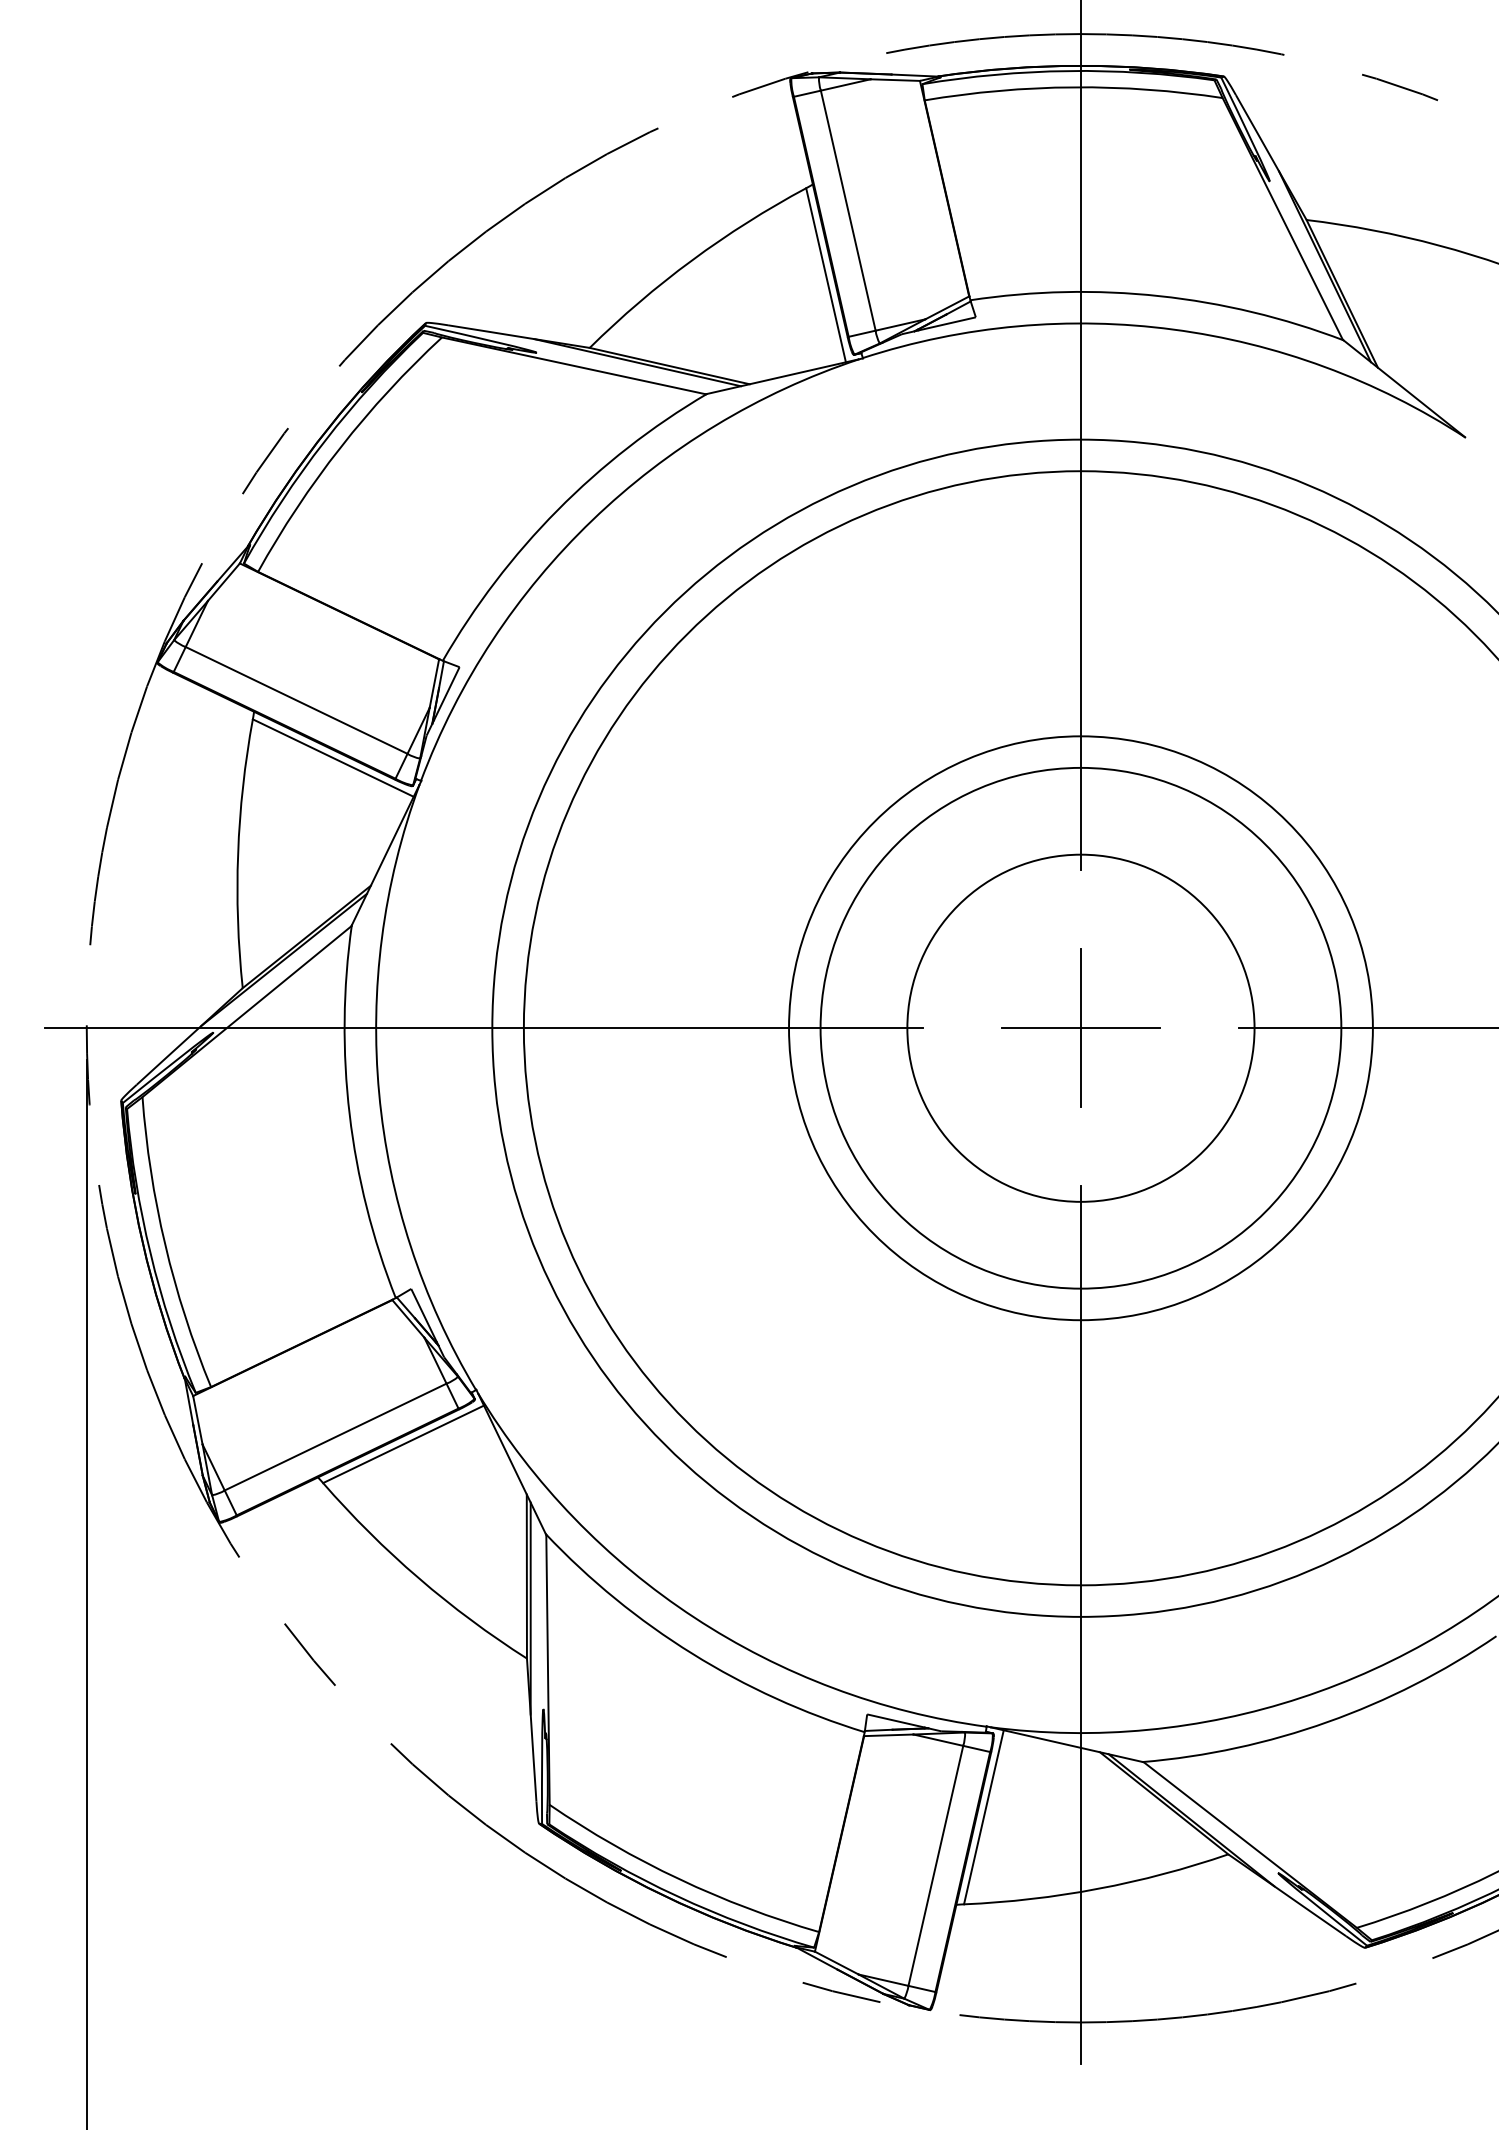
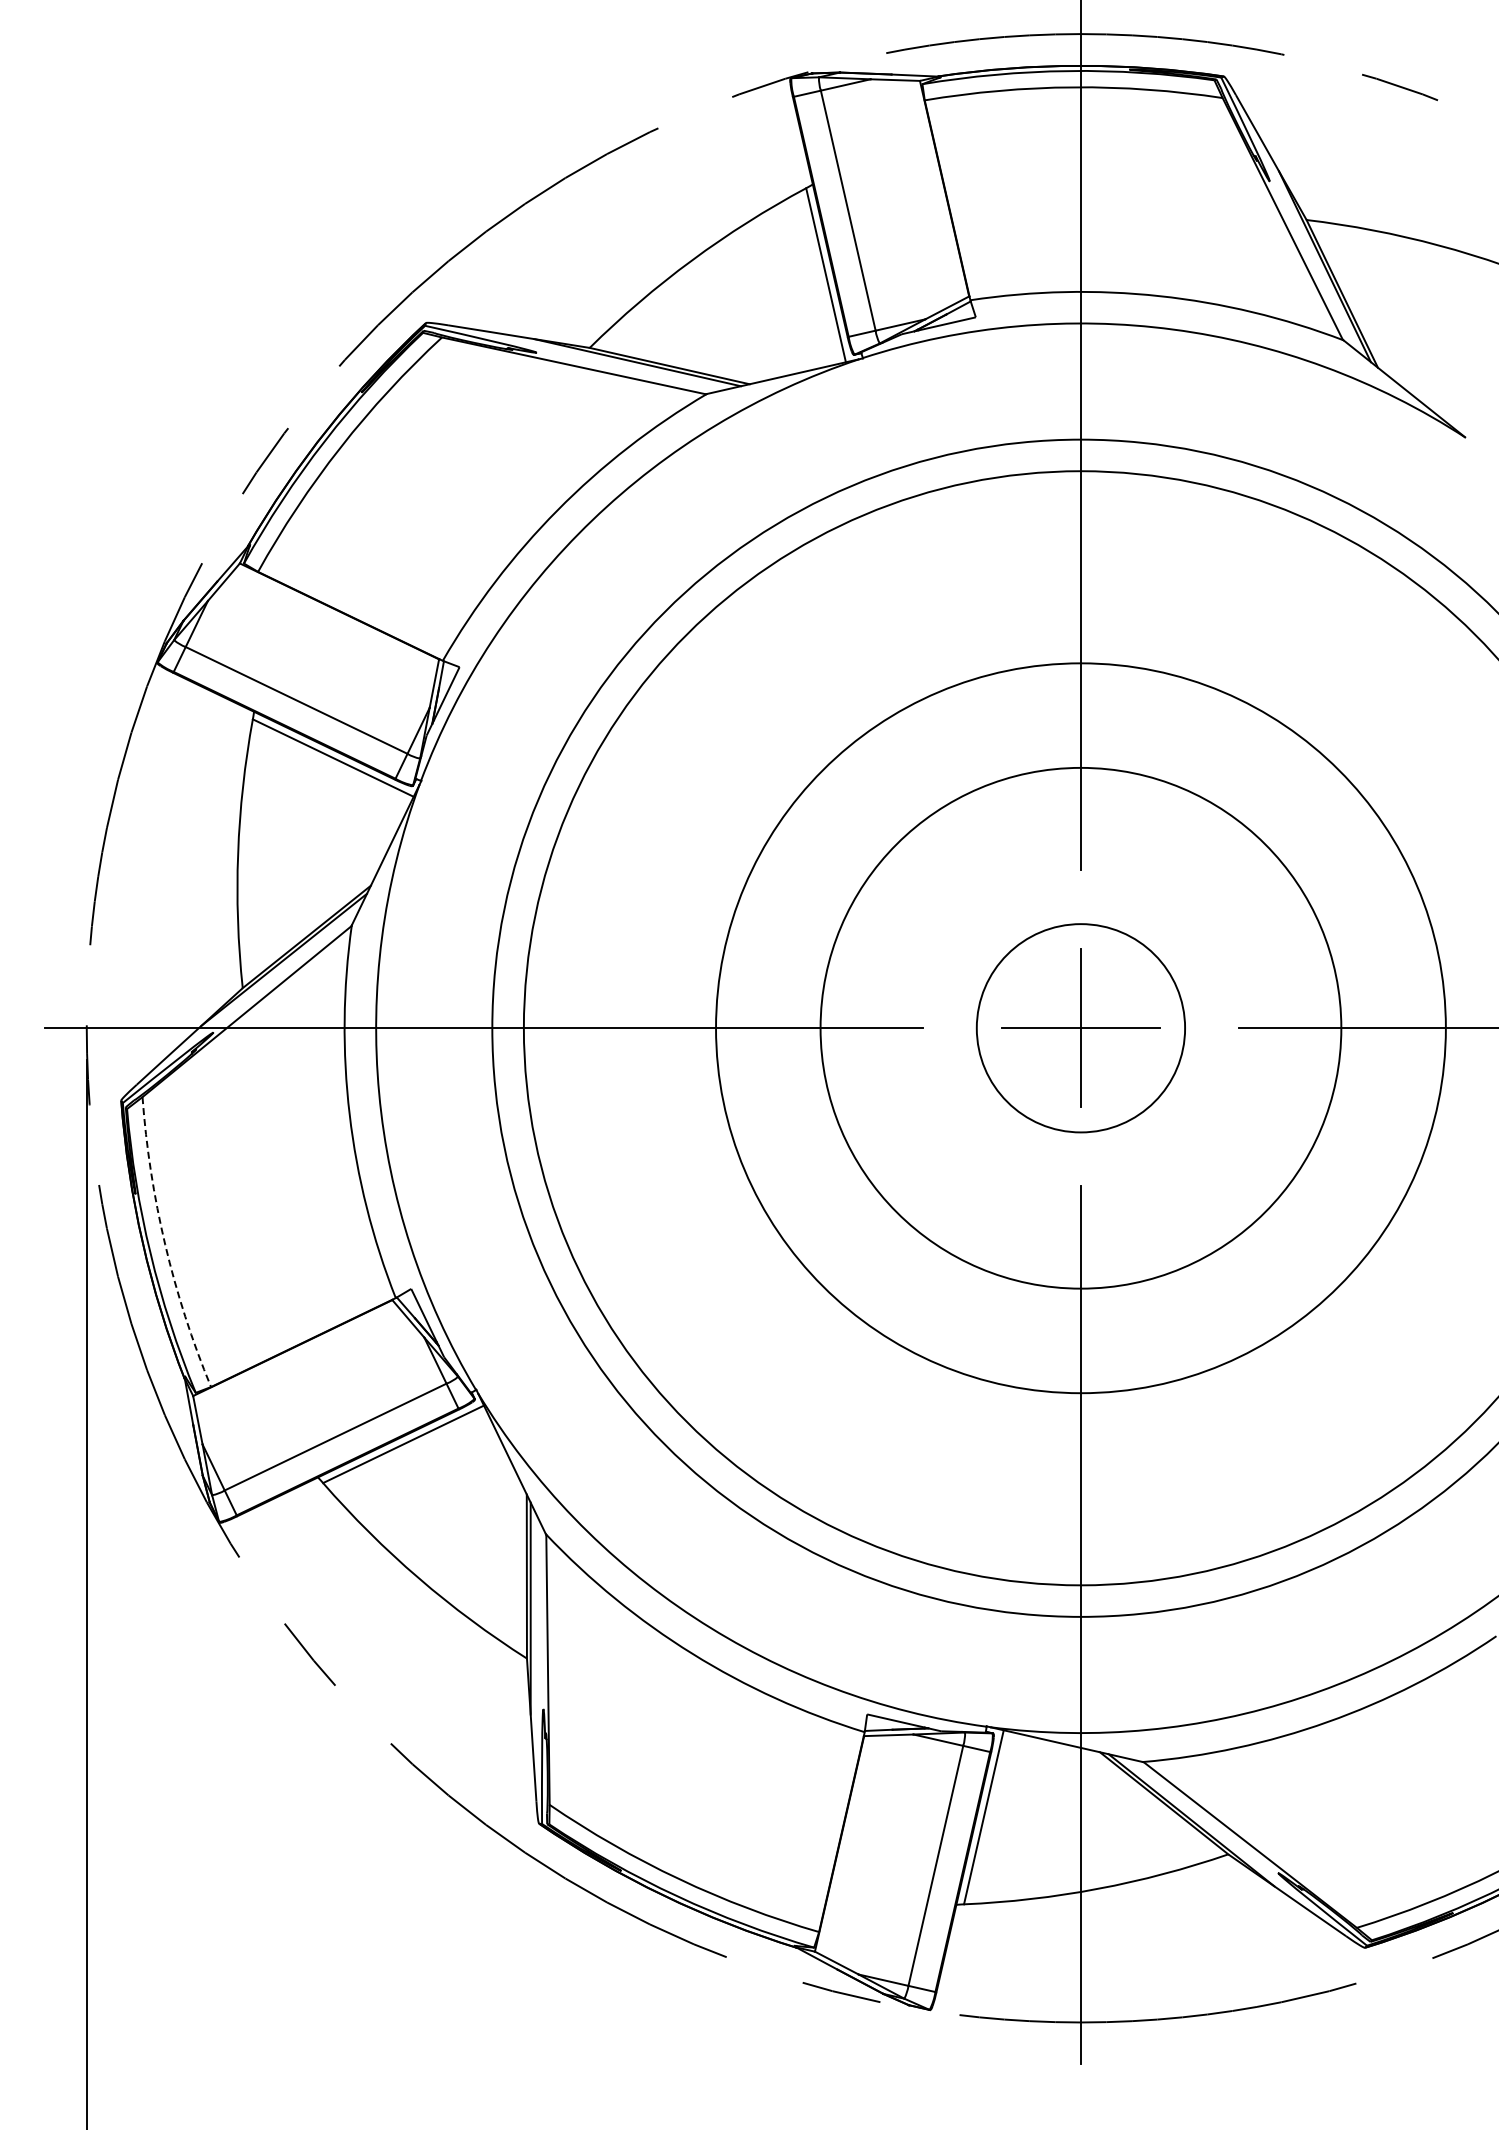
circle at (1080, 1027) diameter: 347 px -> 208 px
circle at (1080, 1028) diameter: 584 px -> 730 px
arc at (165, 1244): solid -> dashed
